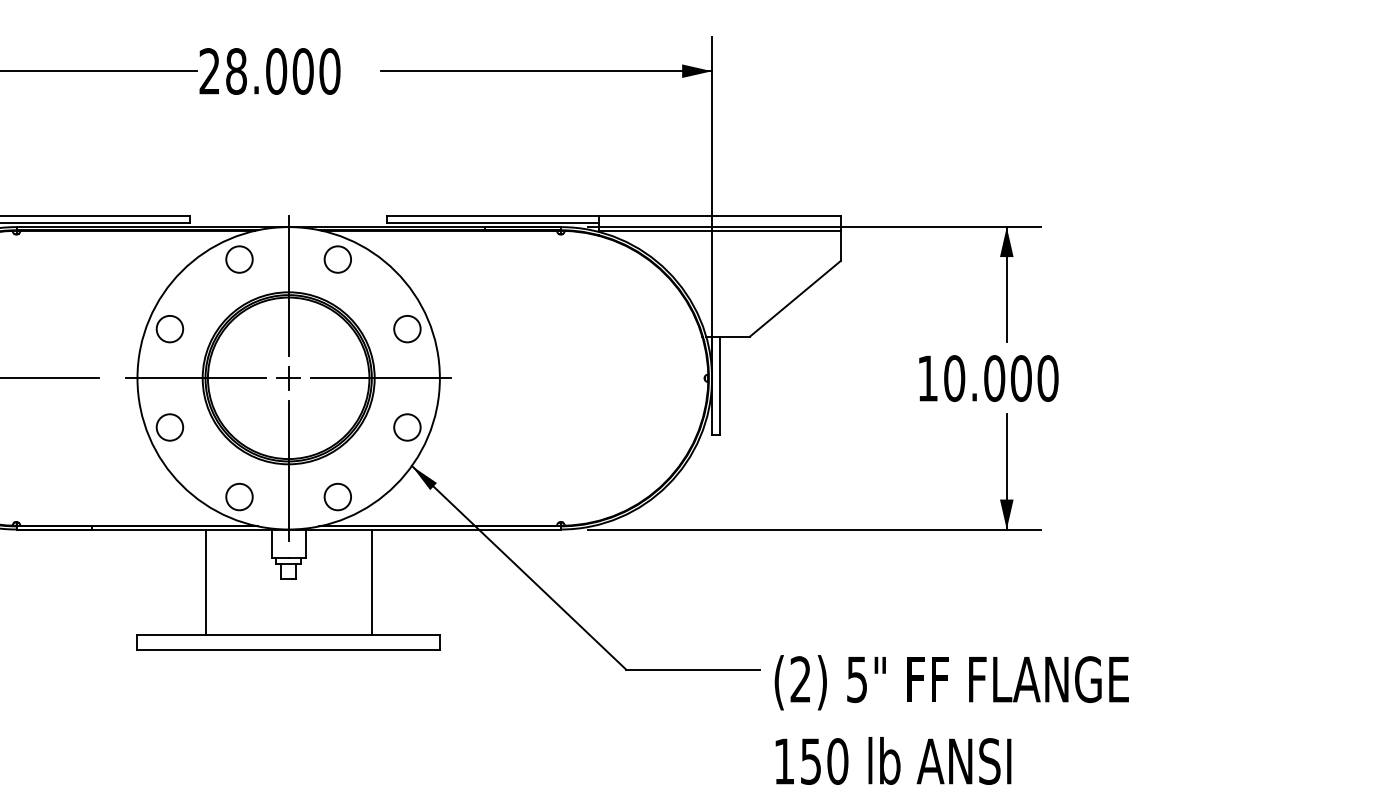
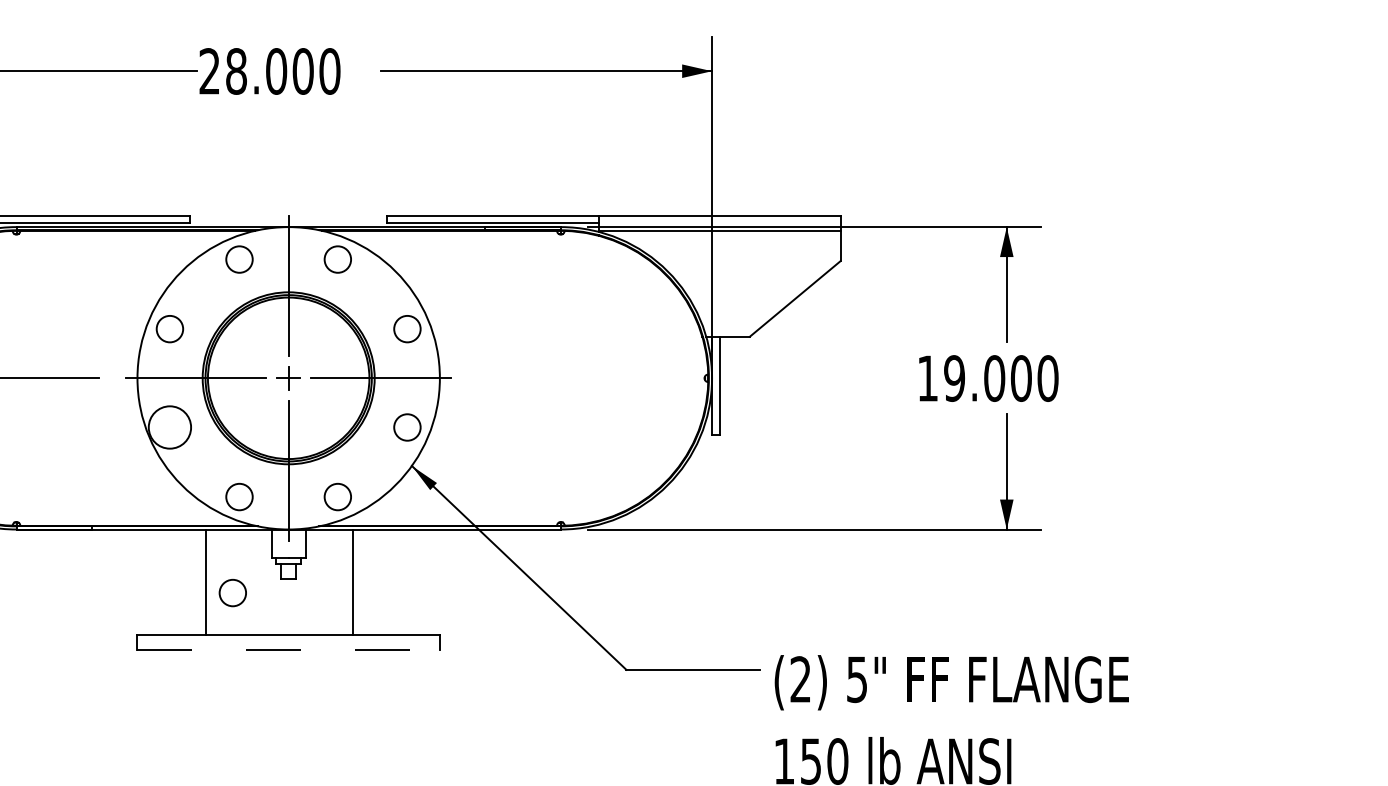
text at (954, 378): 10.000 -> 19.000
circle at (169, 427) diameter: 26 px -> 42 px
line at (371, 582) position: (371, 582) -> (352, 582)
circle at (232, 592): none -> present
line at (289, 650): solid -> dashed
